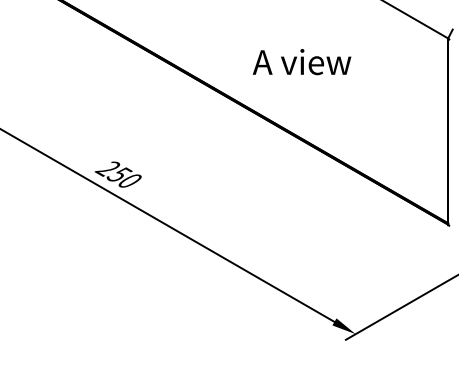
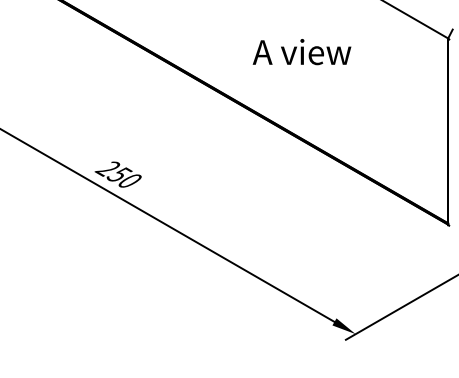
text at (301, 62) position: (301, 62) -> (301, 52)
